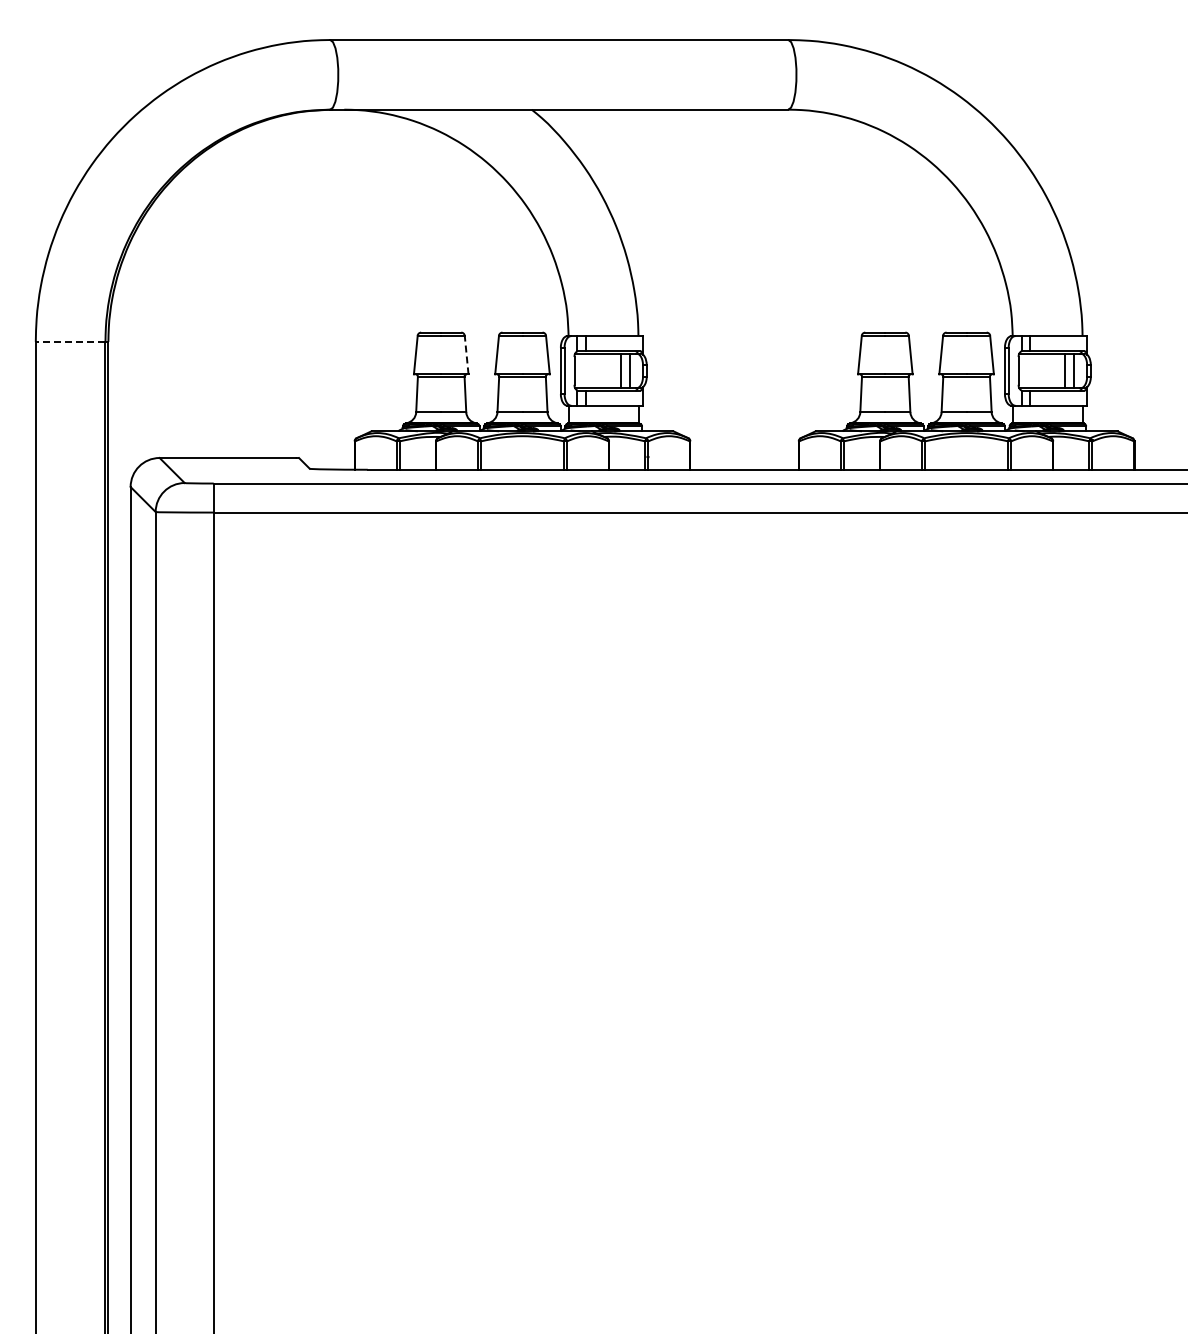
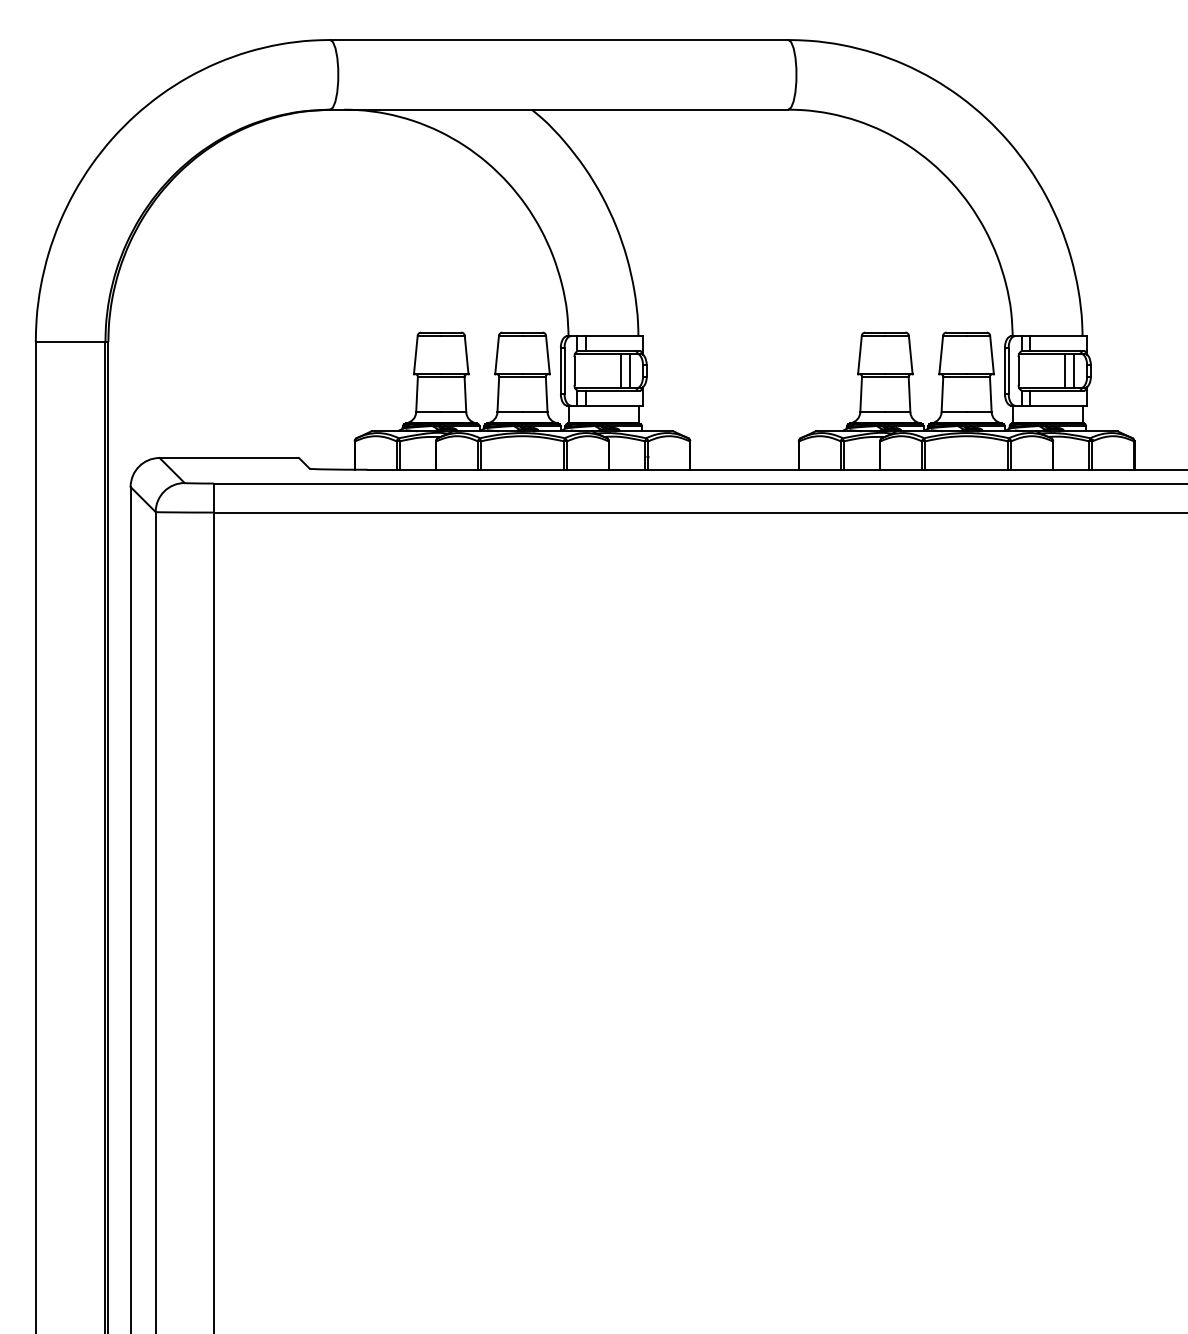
line at (70, 341): dashed -> solid
line at (466, 354): dashed -> solid
